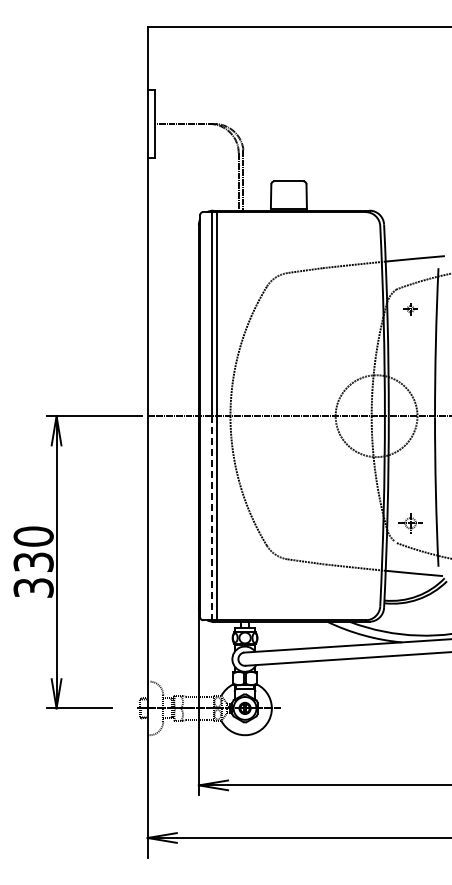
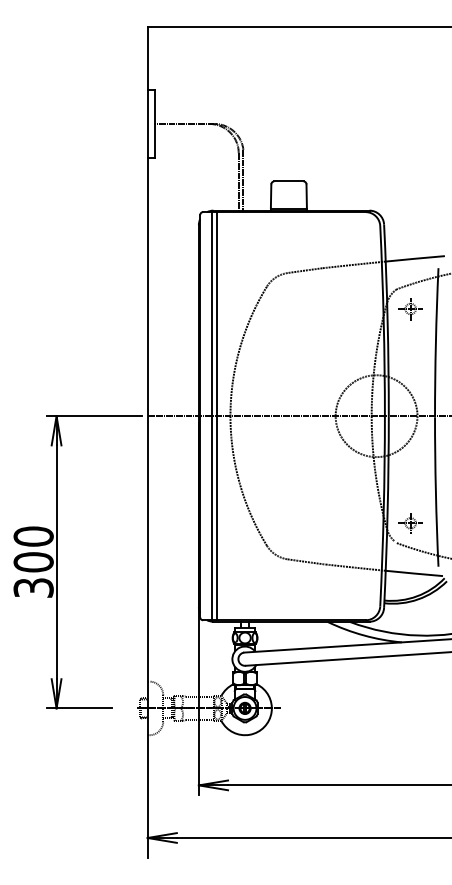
part at (410, 309) size: 15x13 px -> 25x23 px
line at (211, 518): dashed -> solid
text at (33, 562): 330 -> 300
